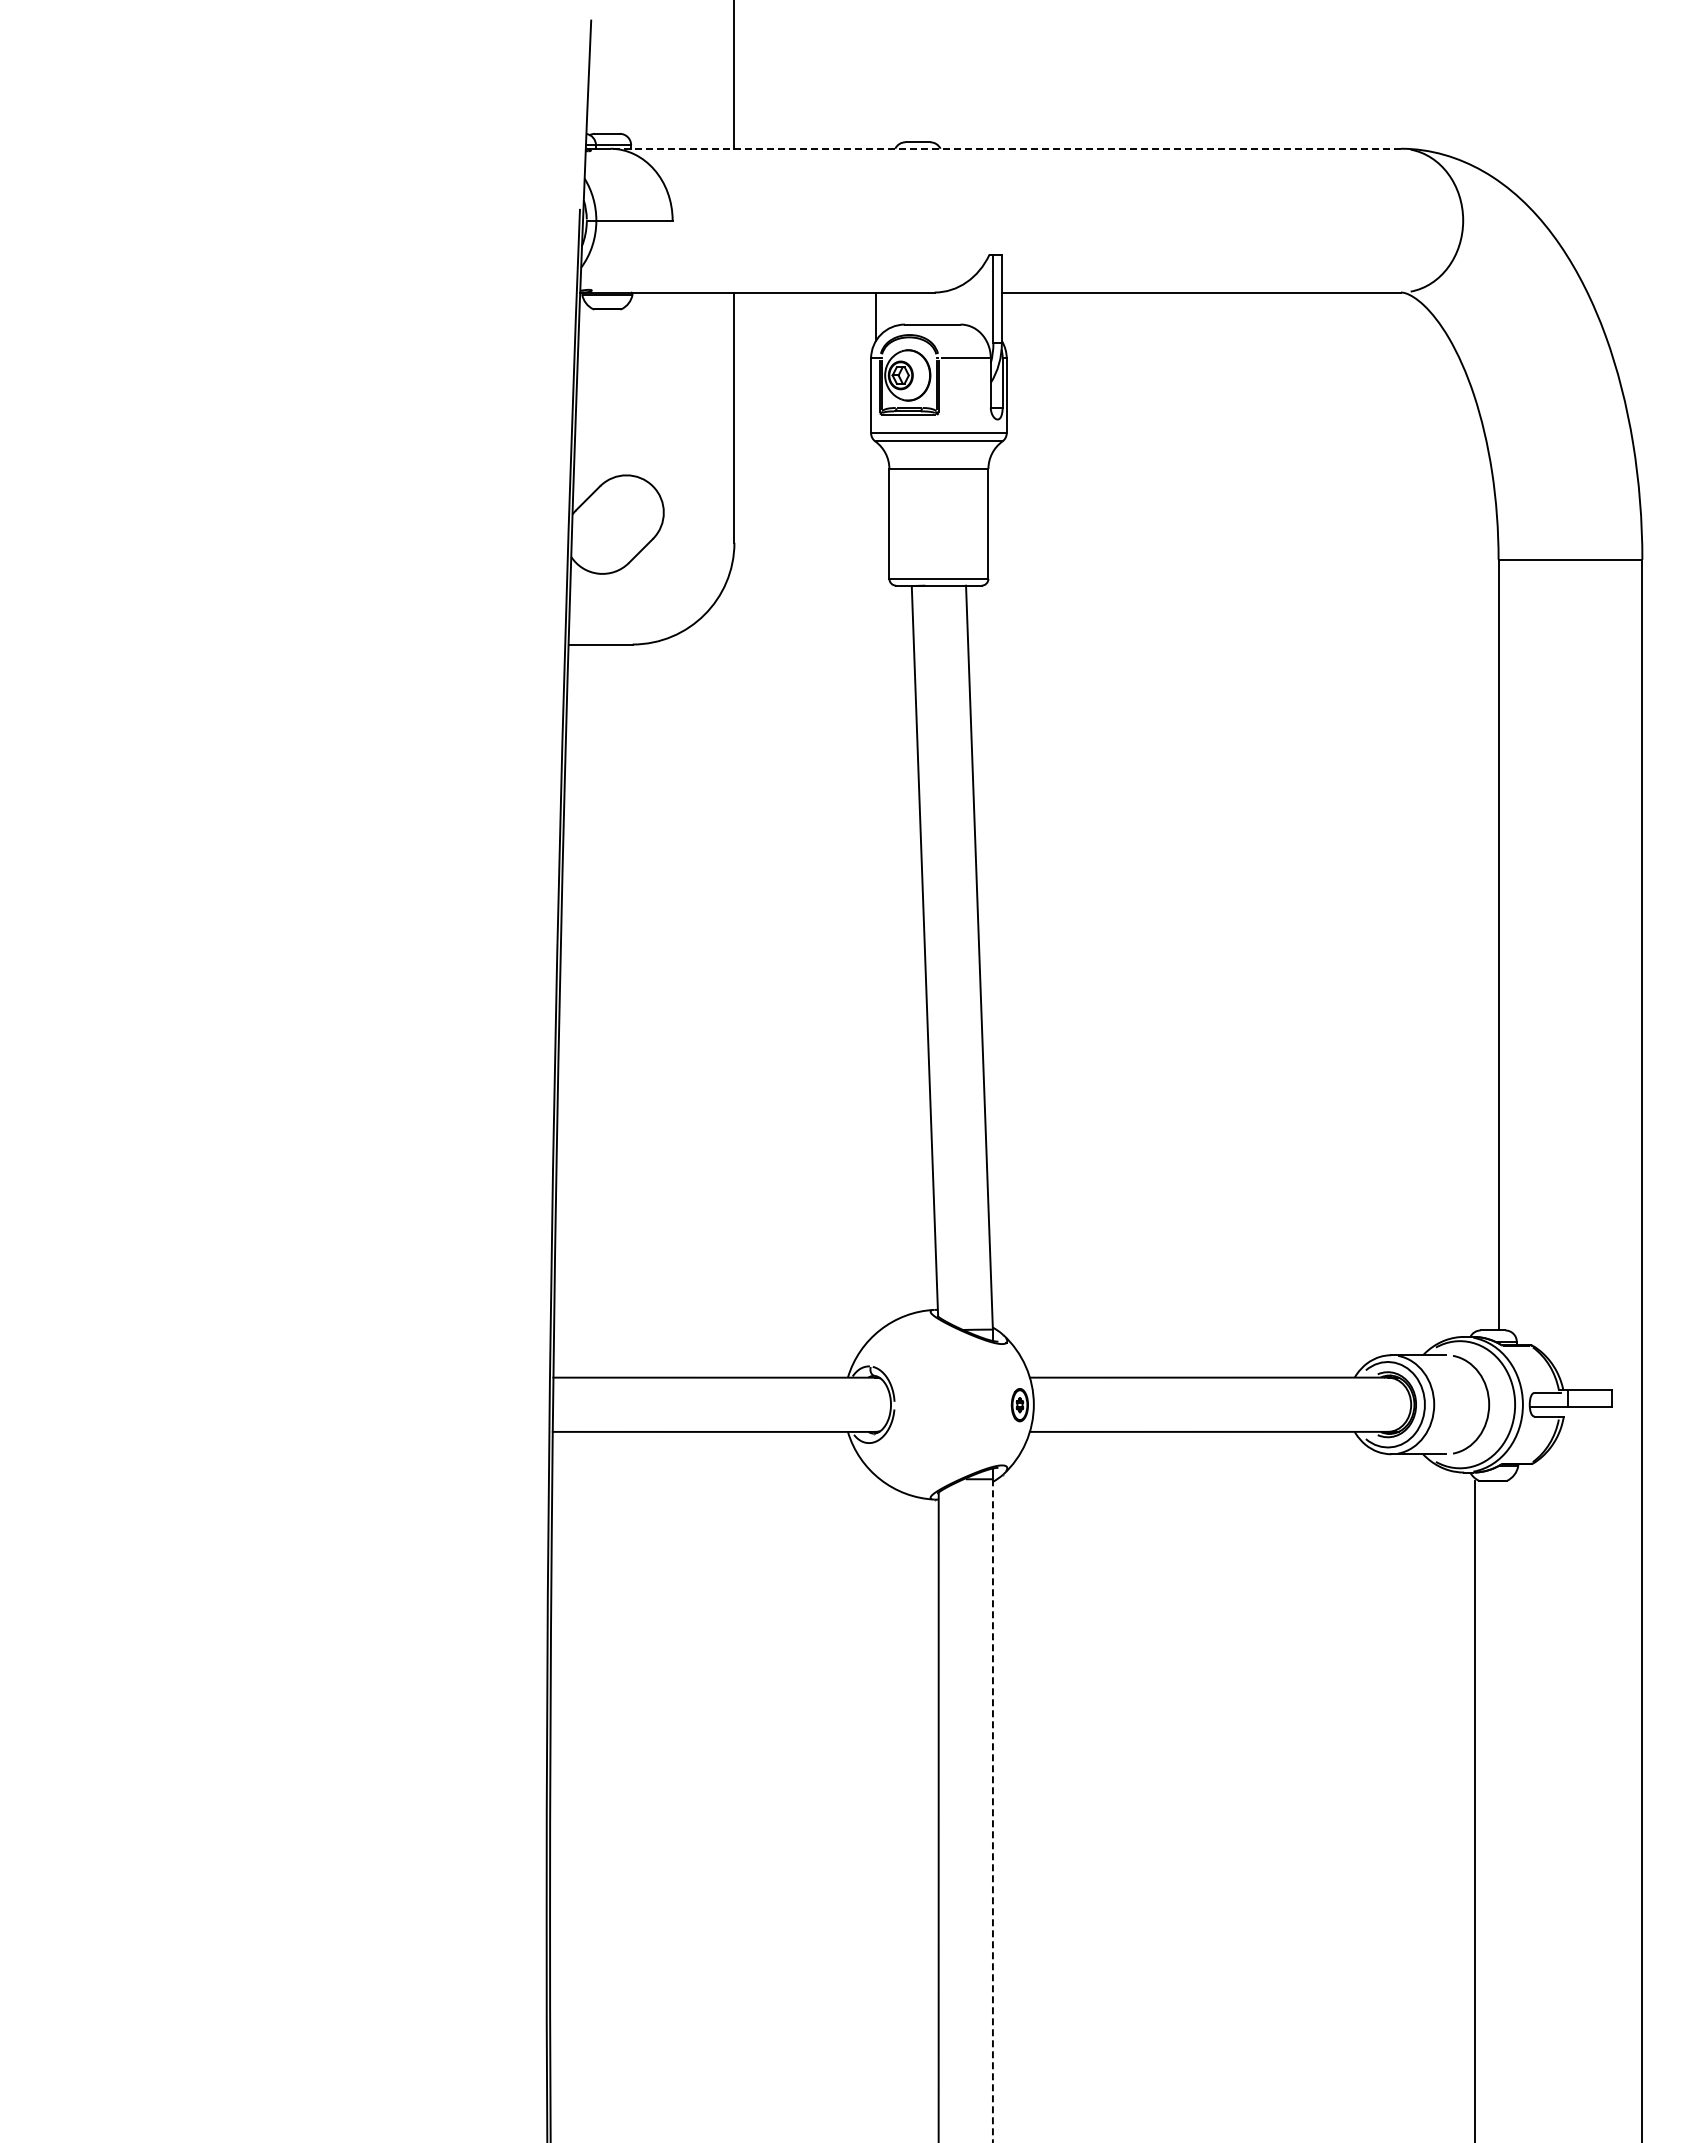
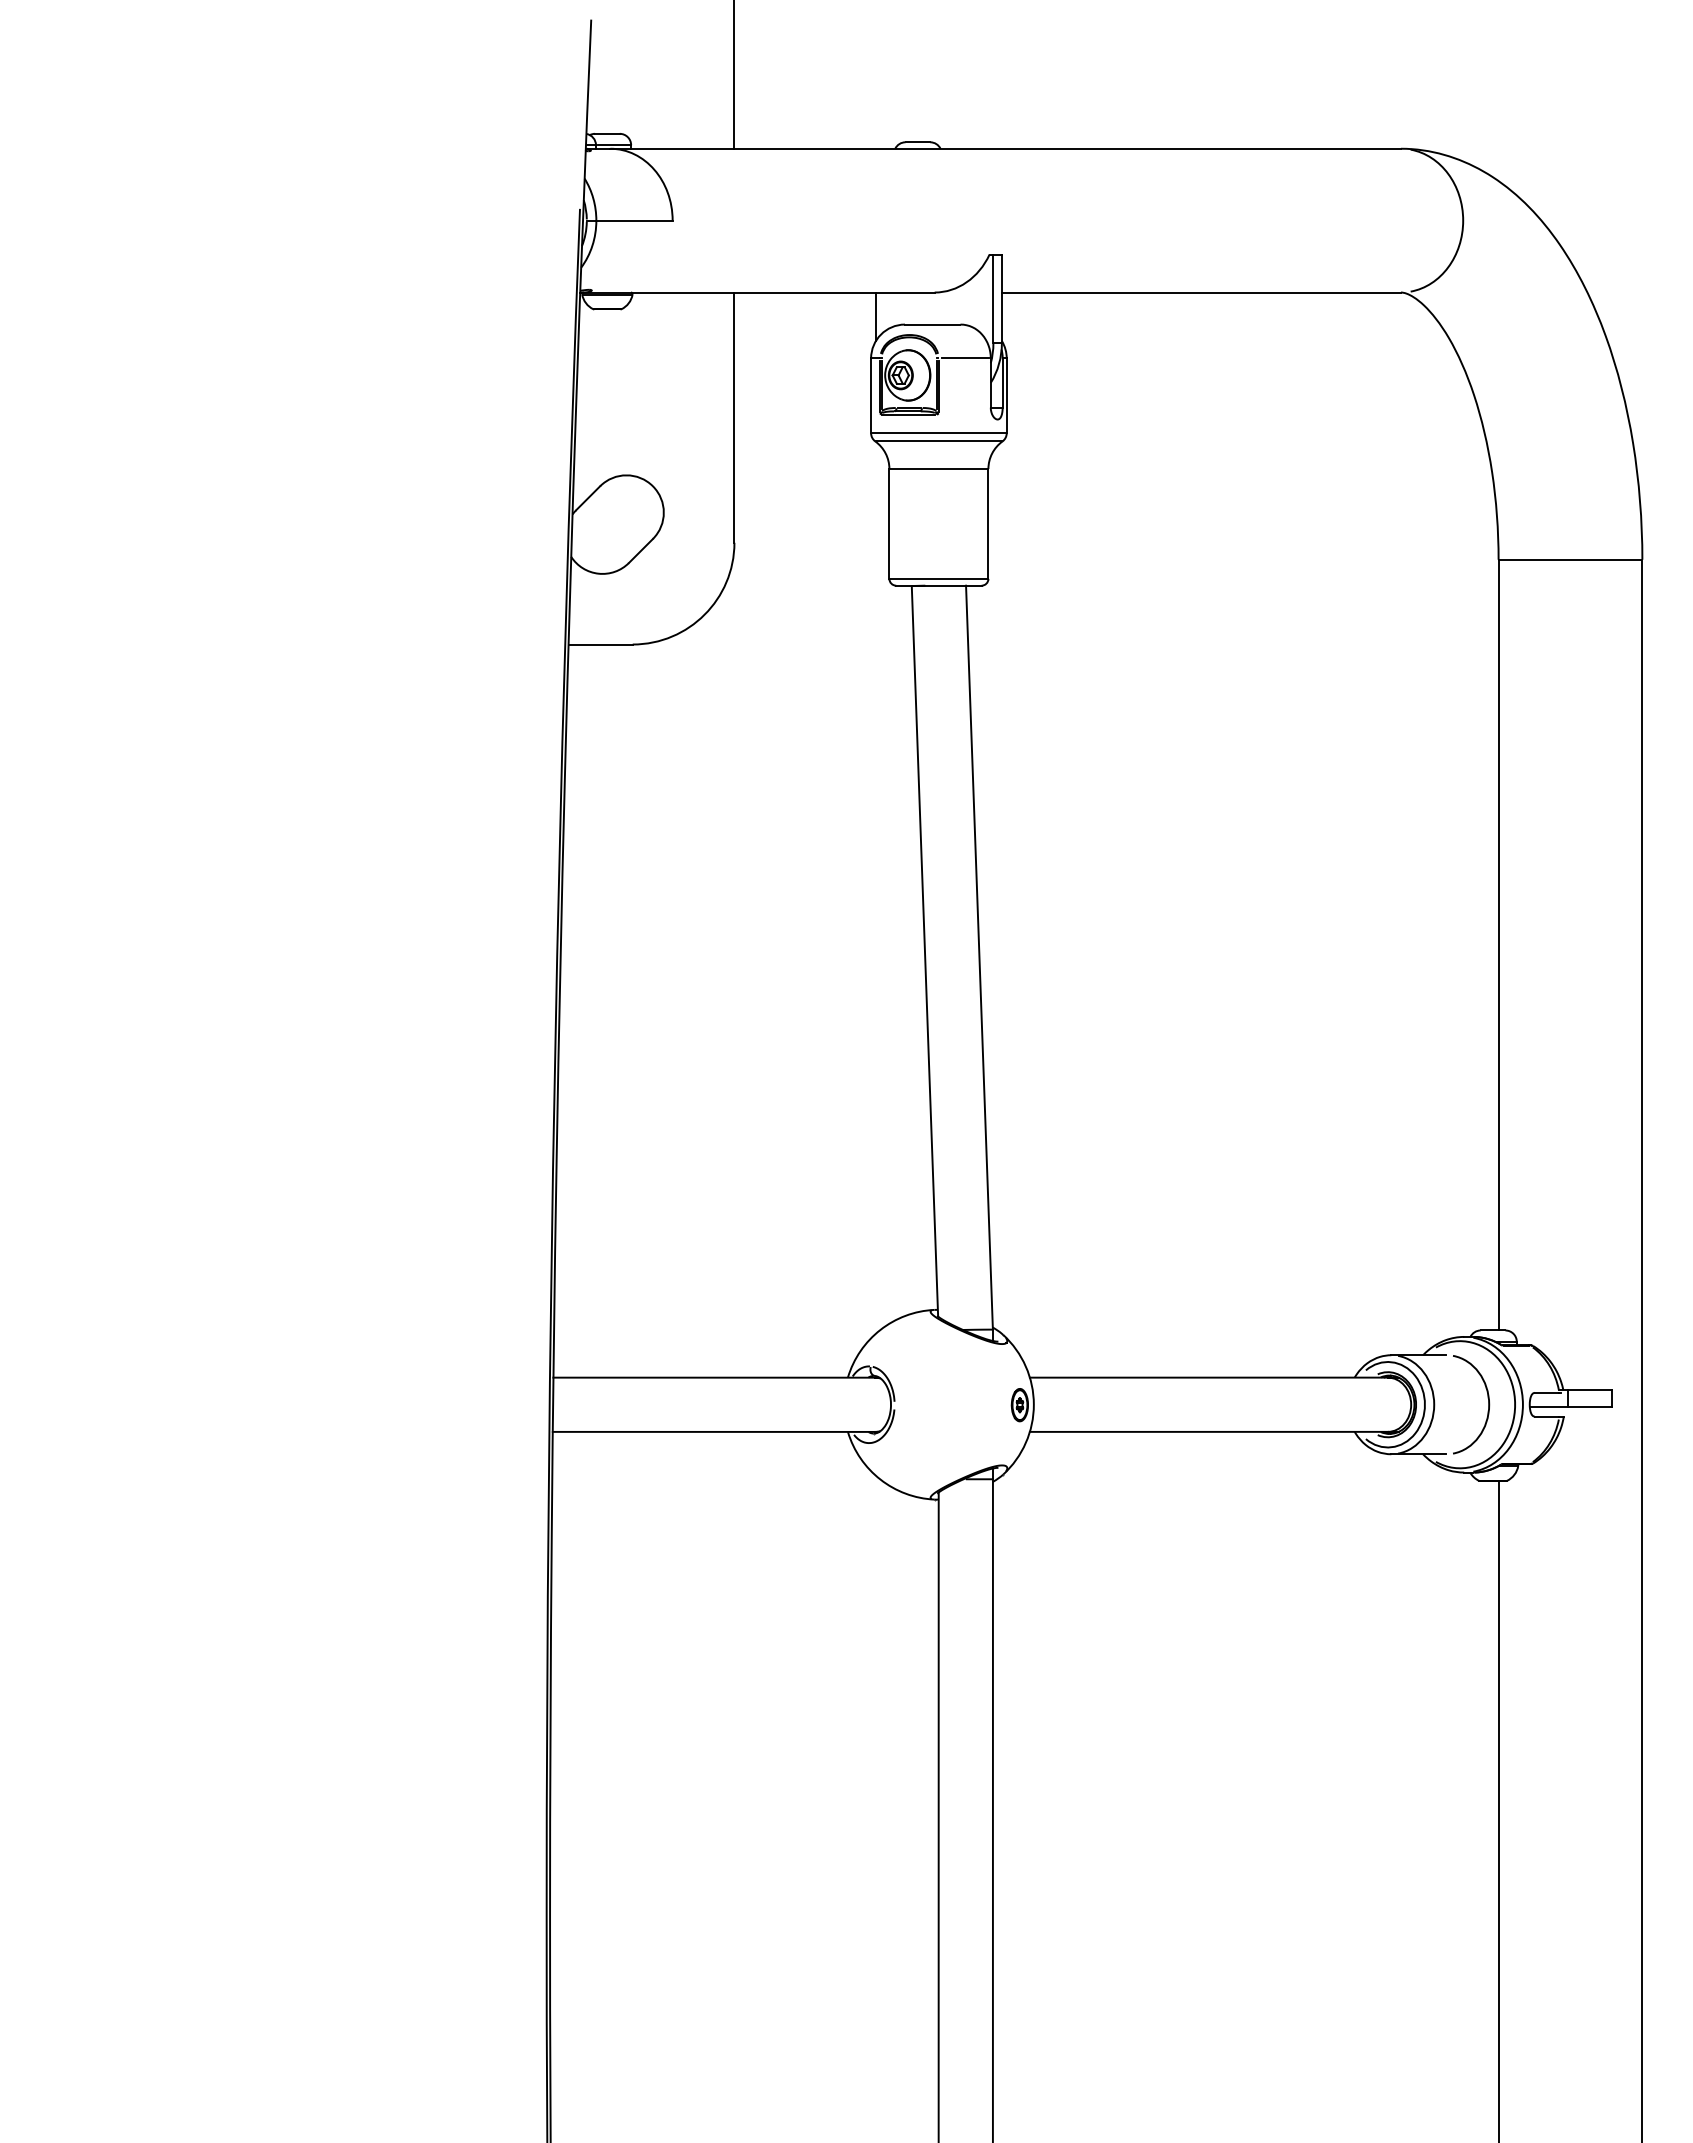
line at (1005, 148): dashed -> solid
line at (1474, 1810) position: (1474, 1810) -> (1498, 1810)
line at (992, 1811): dashed -> solid
